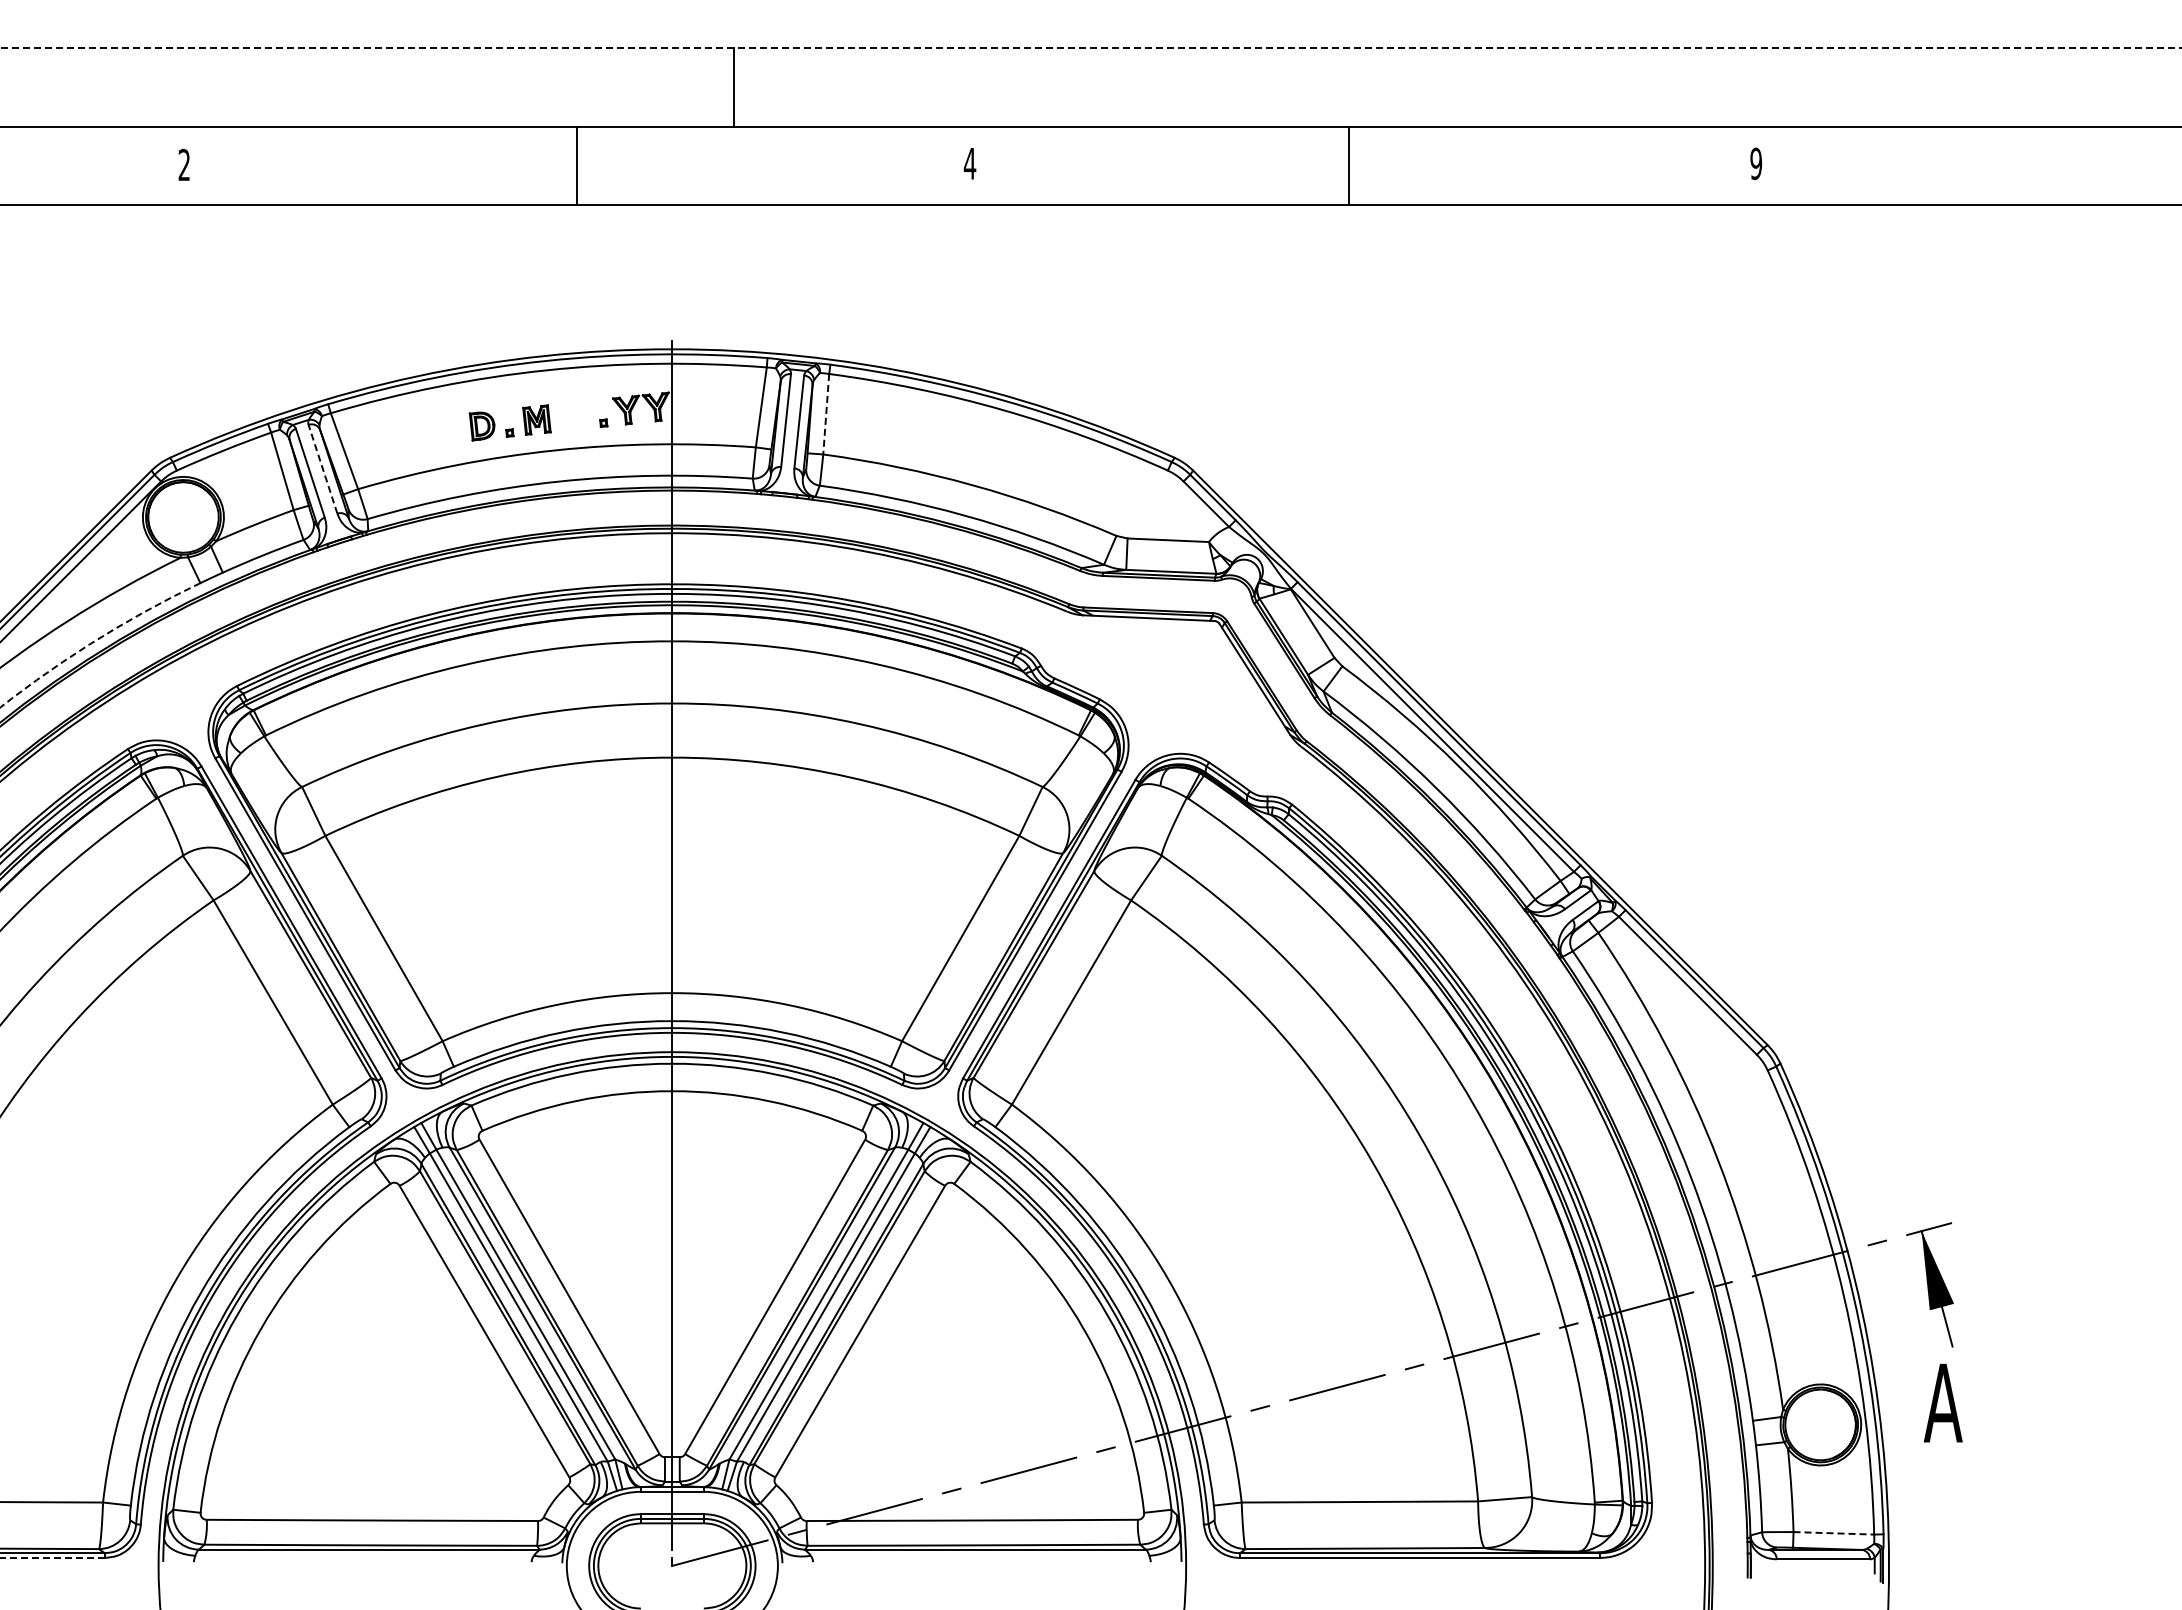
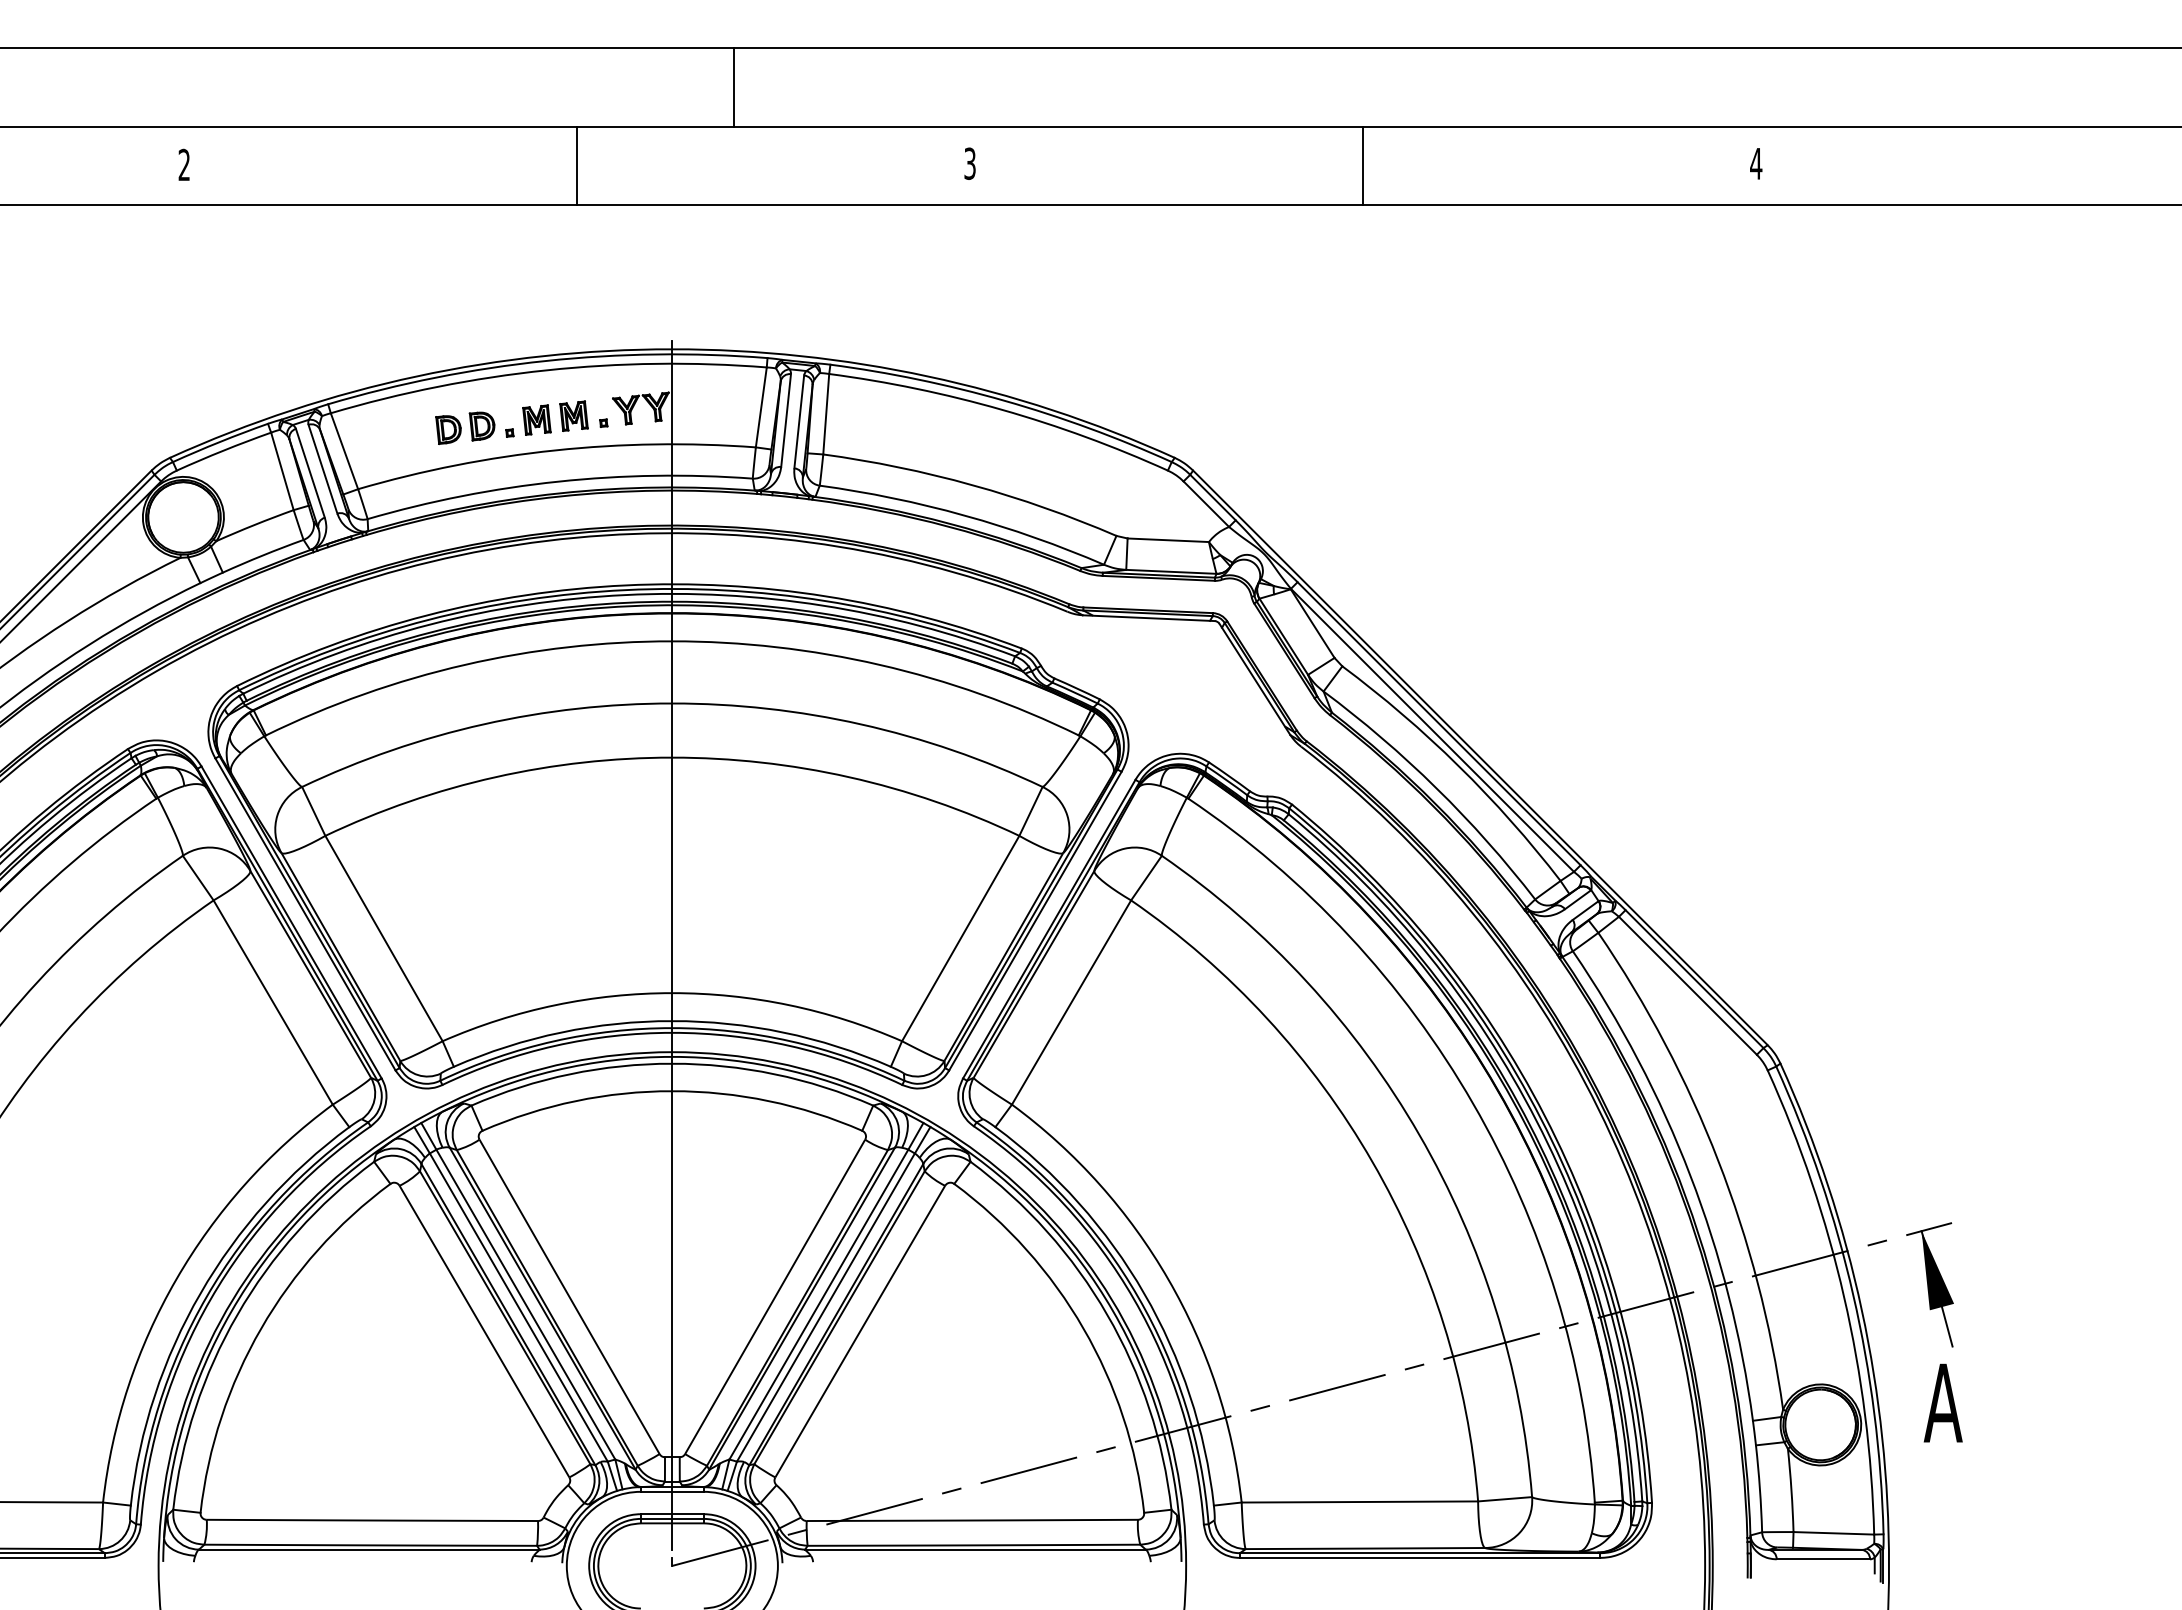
line at (1091, 48): dashed -> solid
text at (969, 163): 4 -> 3
text at (1756, 163): 9 -> 4
line at (1348, 165) position: (1348, 165) -> (1362, 165)
line at (826, 414): dashed -> solid
part at (573, 415): none -> present
part at (448, 429): none -> present
line at (322, 469): dashed -> solid
arc at (96, 640): dashed -> solid
line at (1834, 1533): dashed -> solid
line at (52, 1557): dashed -> solid
